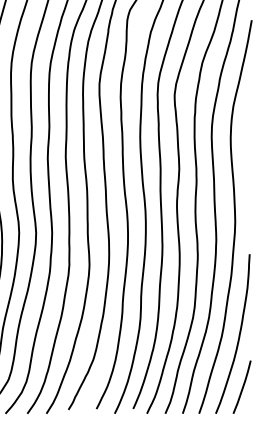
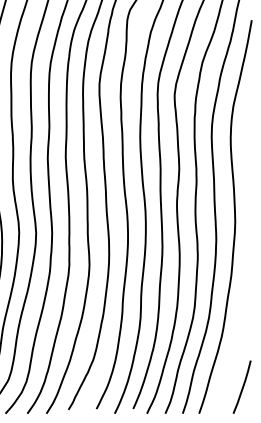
curve at (238, 334): present -> none
